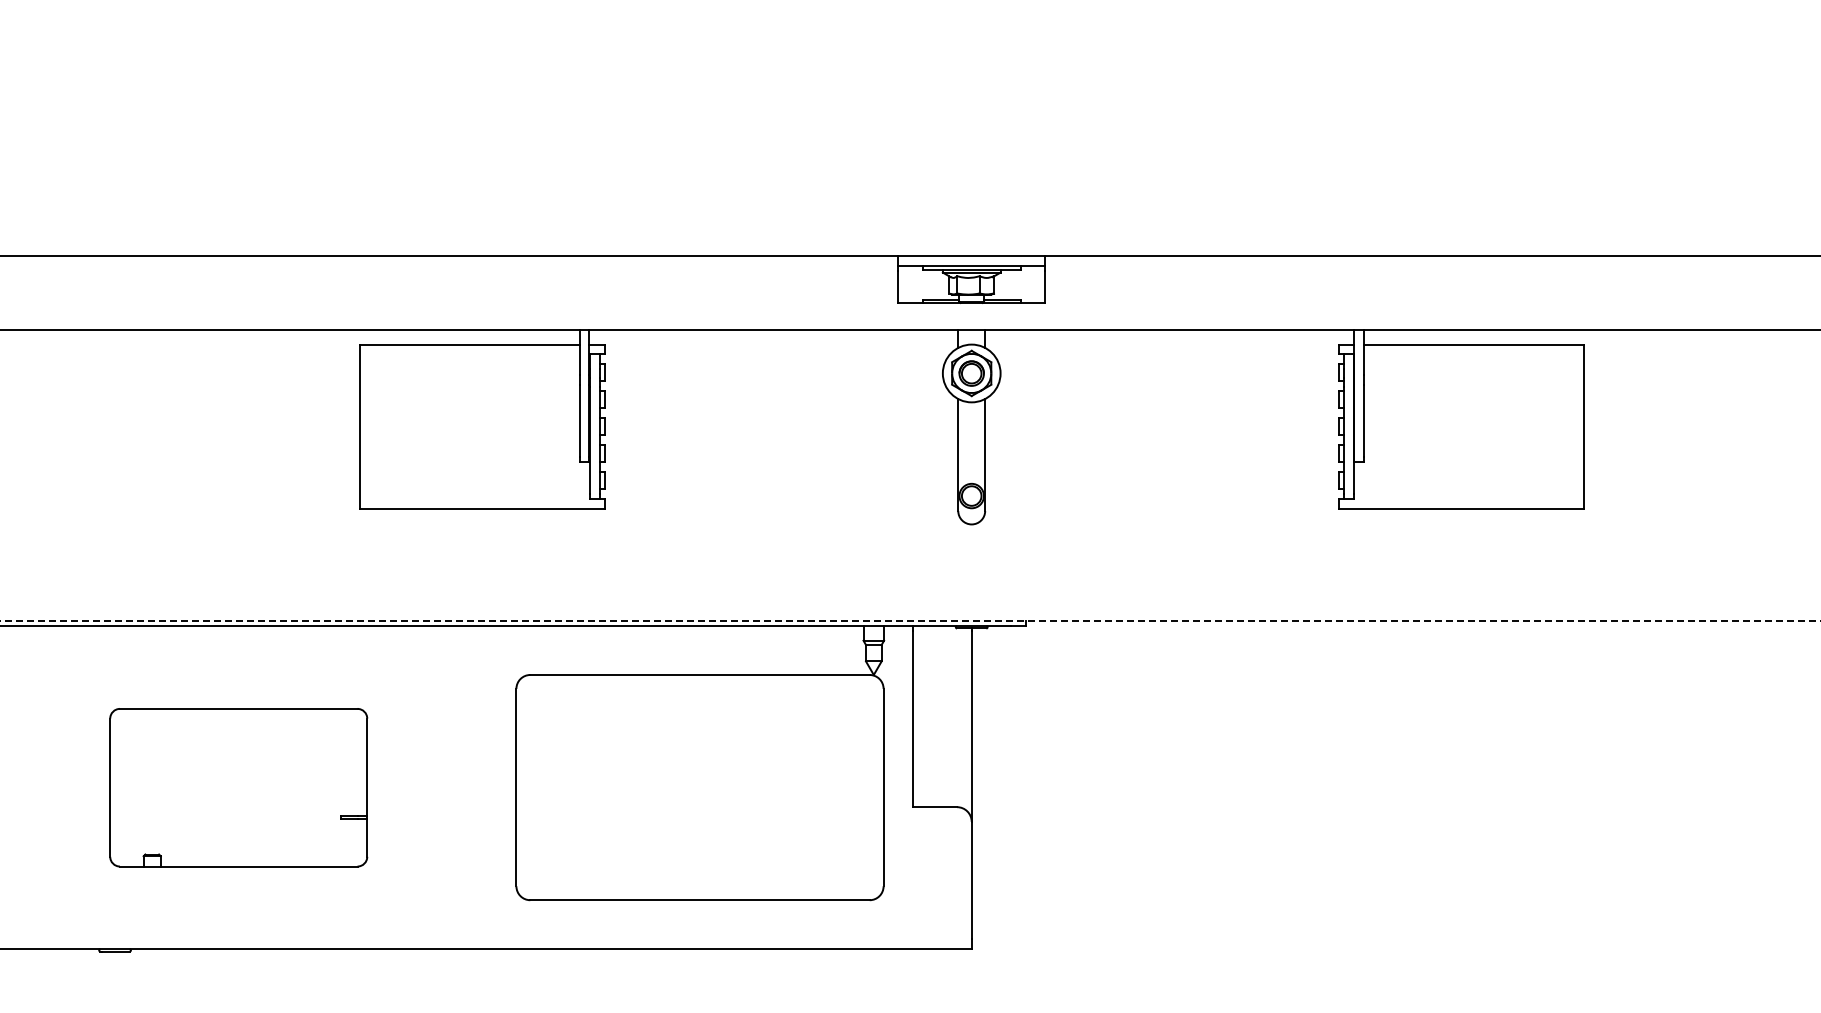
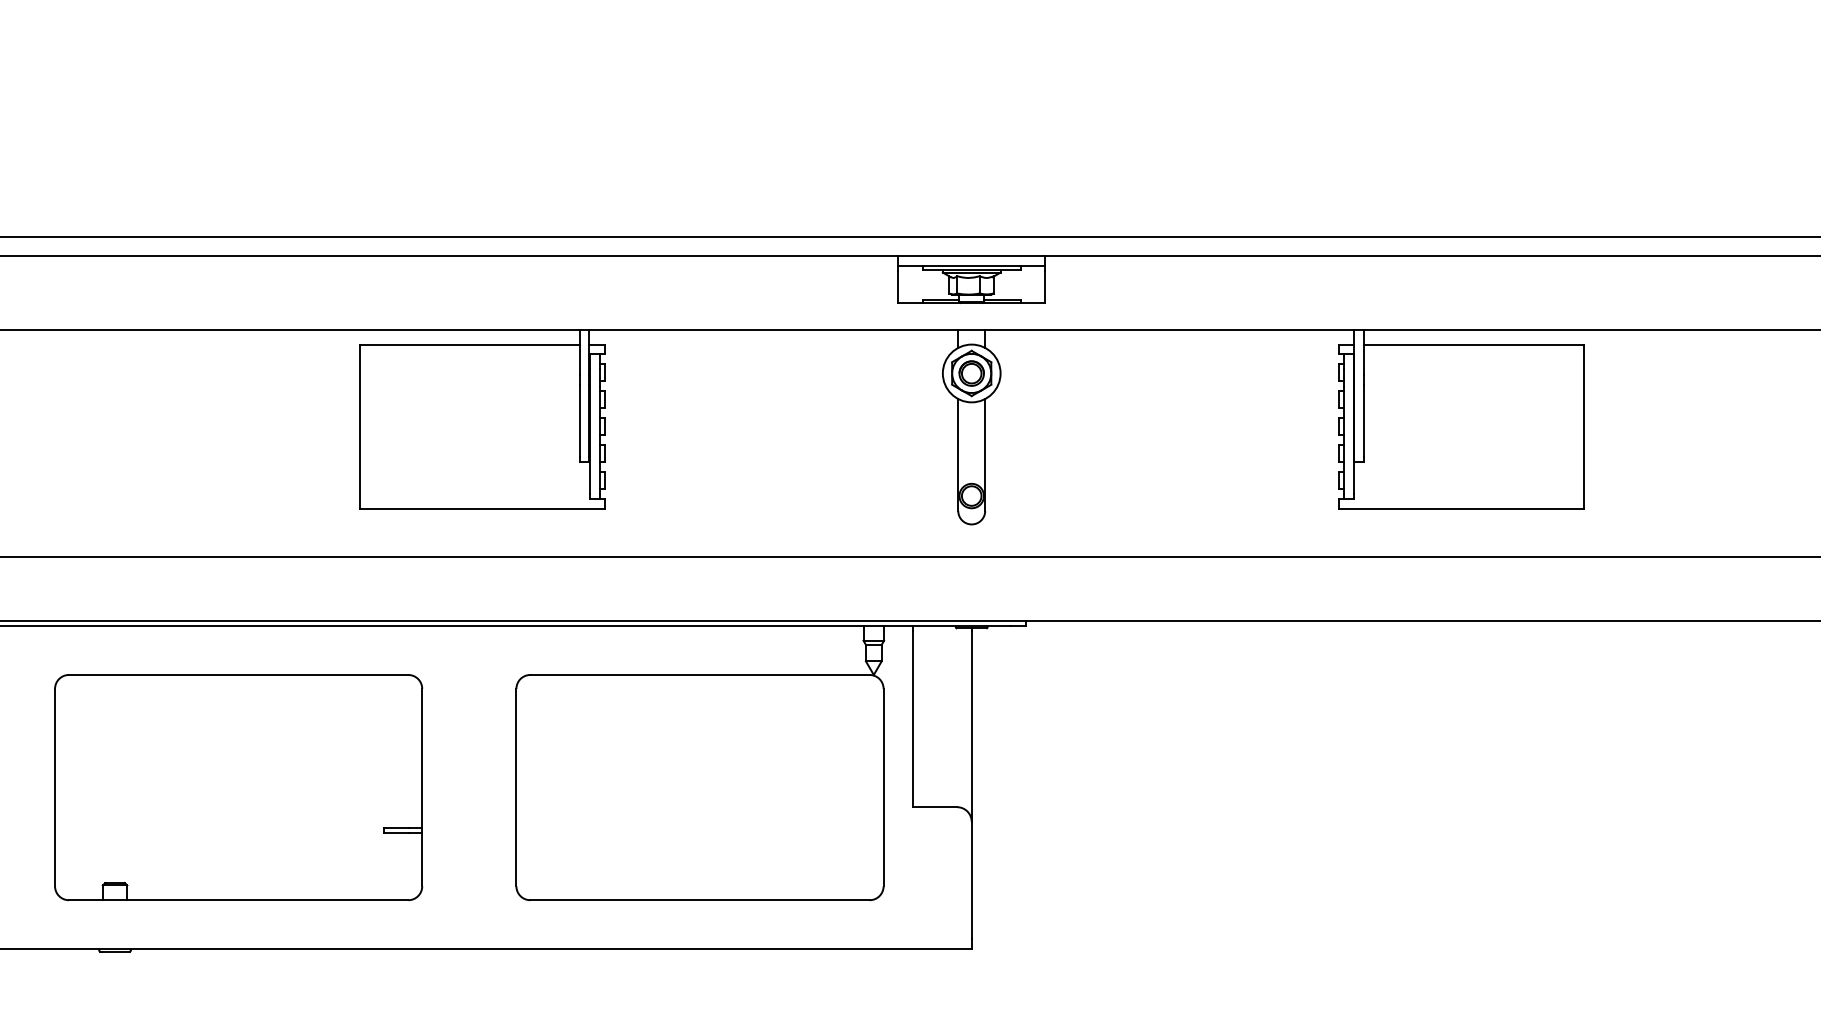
line at (909, 236): none -> present
line at (909, 557): none -> present
line at (910, 621): dashed -> solid
part at (238, 787) size: 260x160 px -> 370x228 px
